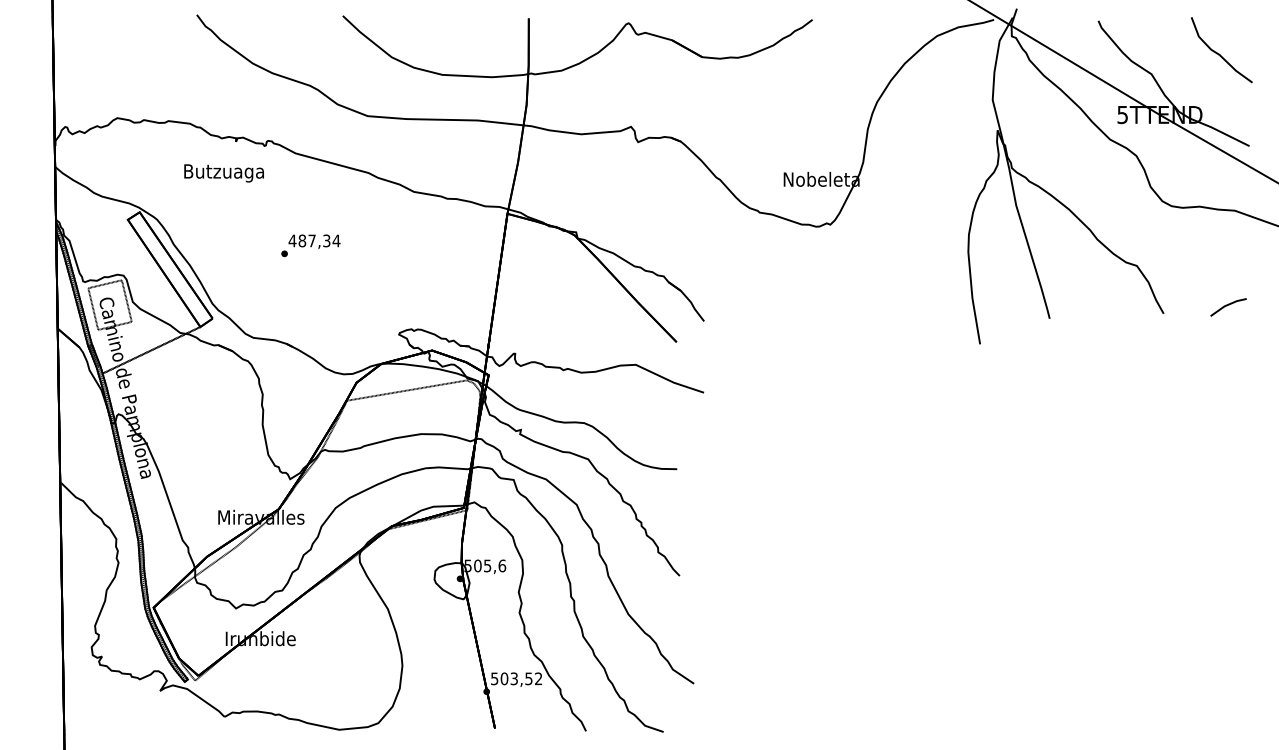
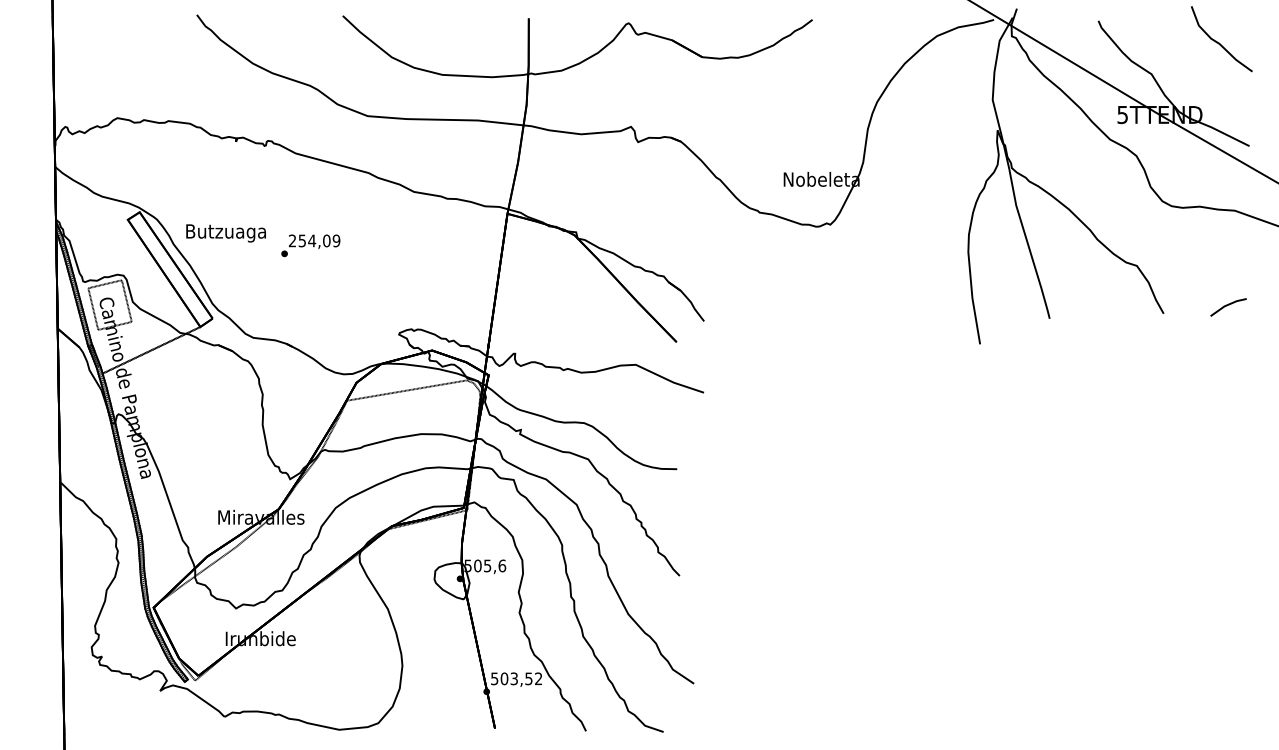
part at (1221, 50) position: (1221, 50) -> (1221, 39)
text at (223, 173) position: (223, 173) -> (225, 233)
text at (314, 240): 487,34 -> 254,09
